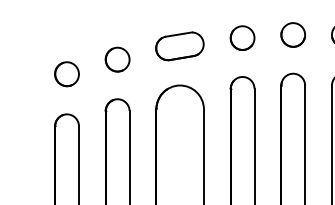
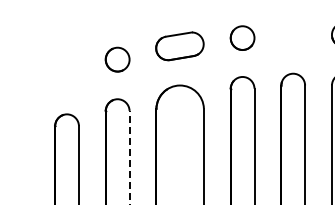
part at (292, 34): present -> none
part at (66, 74): present -> none
line at (129, 157): solid -> dashed
